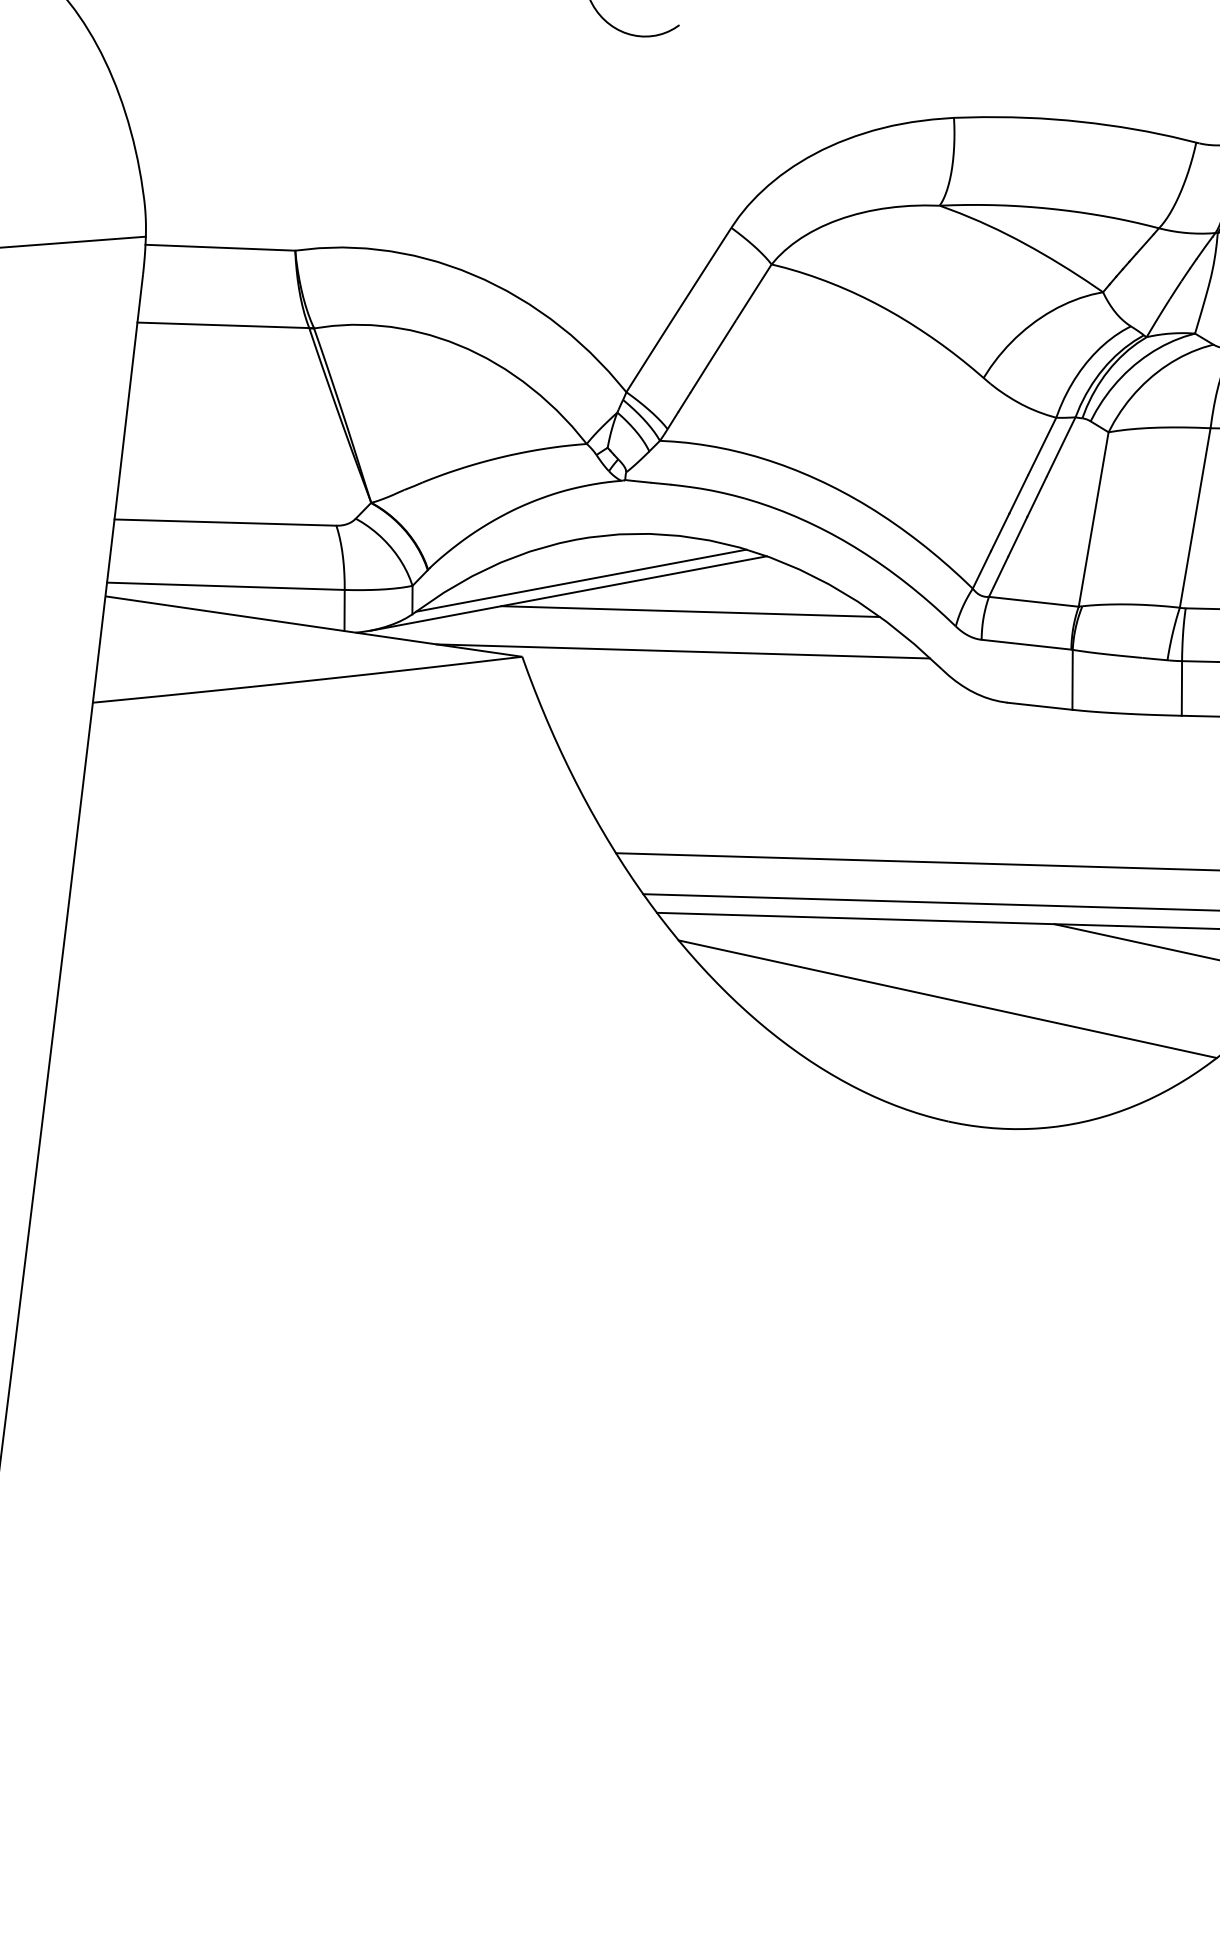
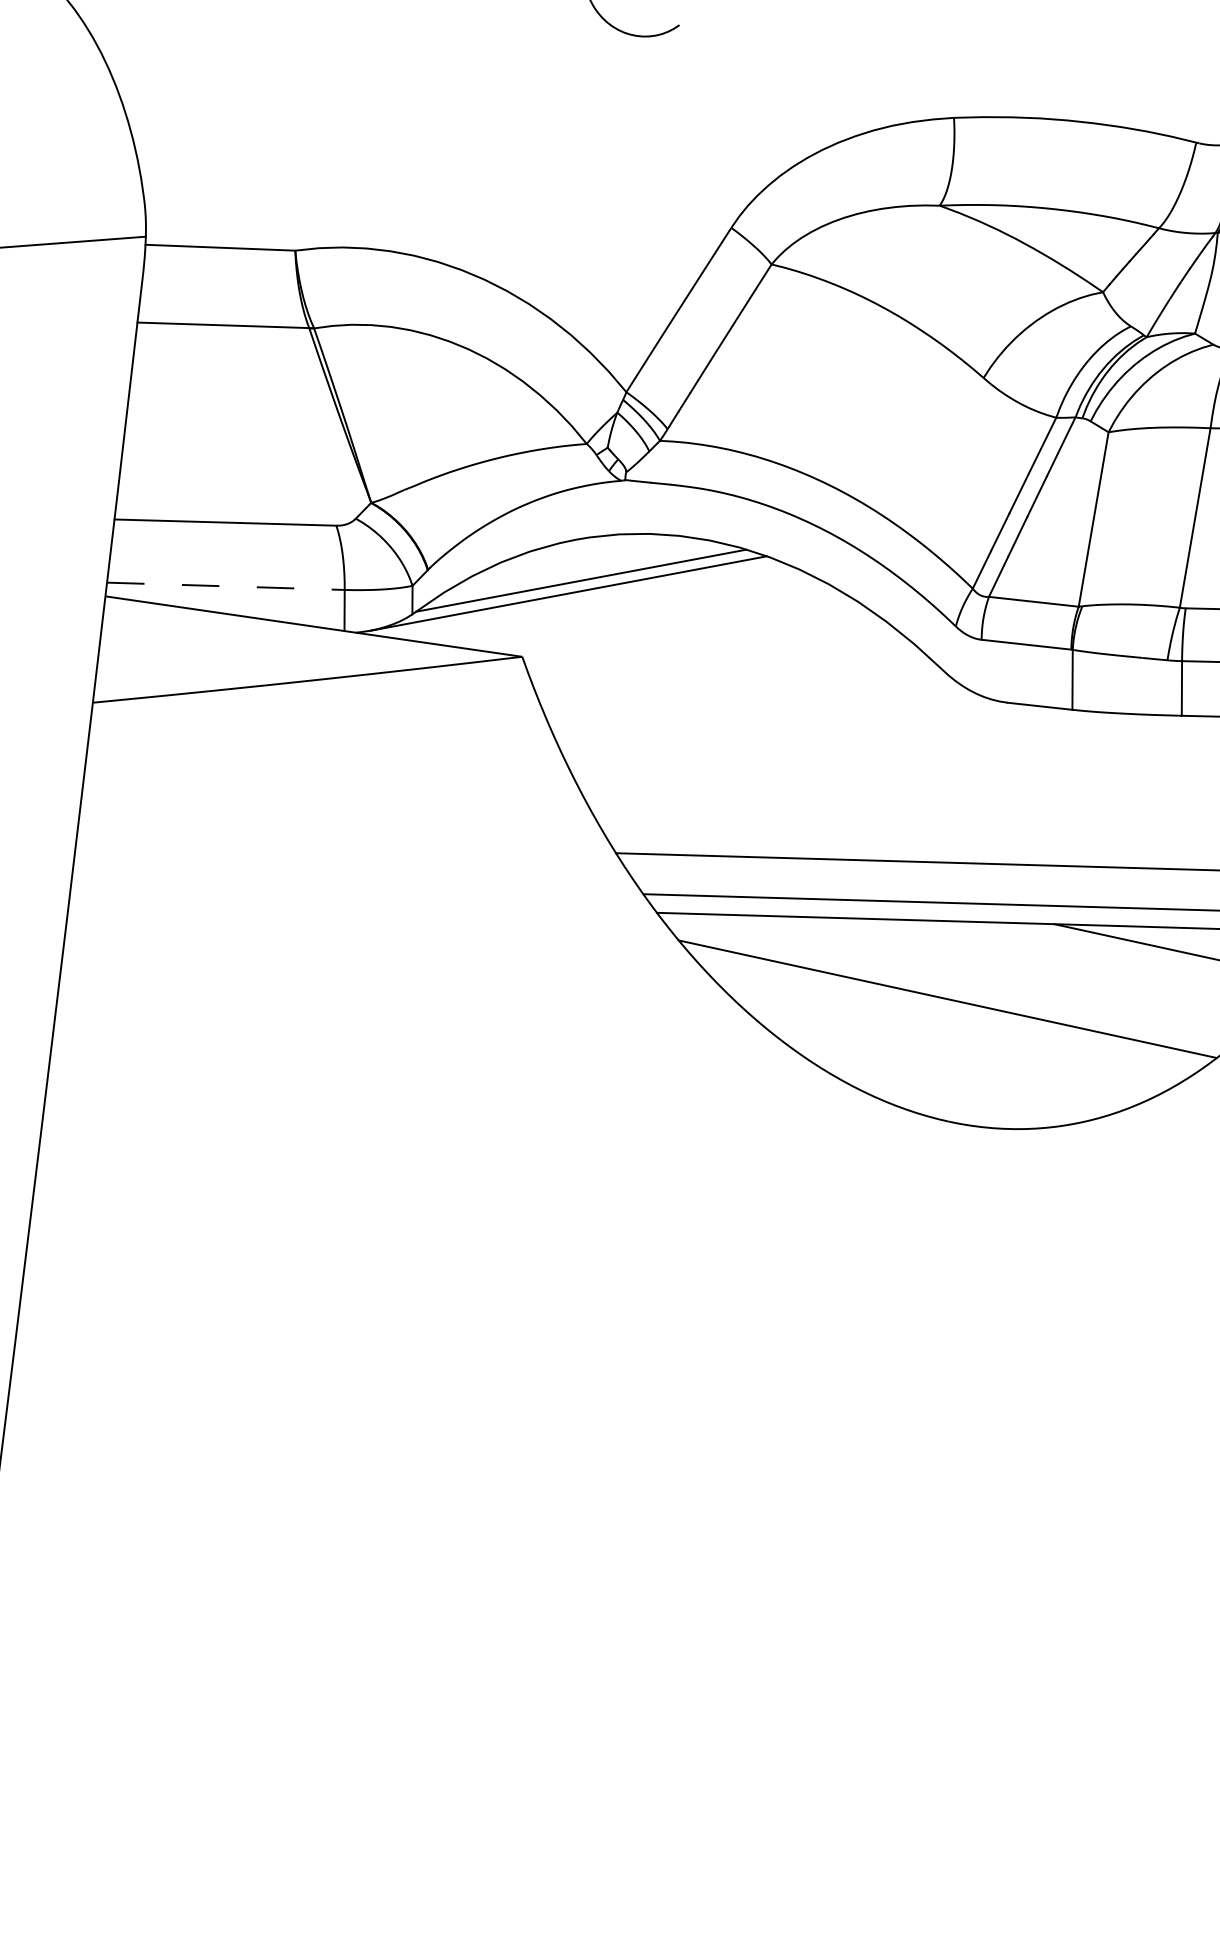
line at (225, 586): solid -> dashed
line at (690, 611): present -> none
line at (683, 651): present -> none
